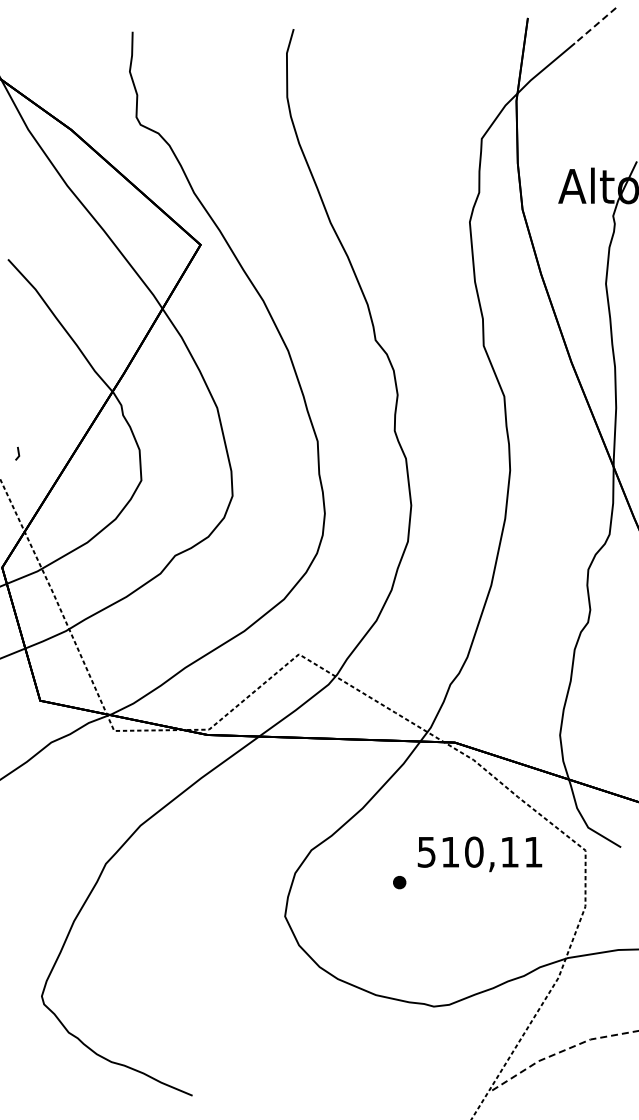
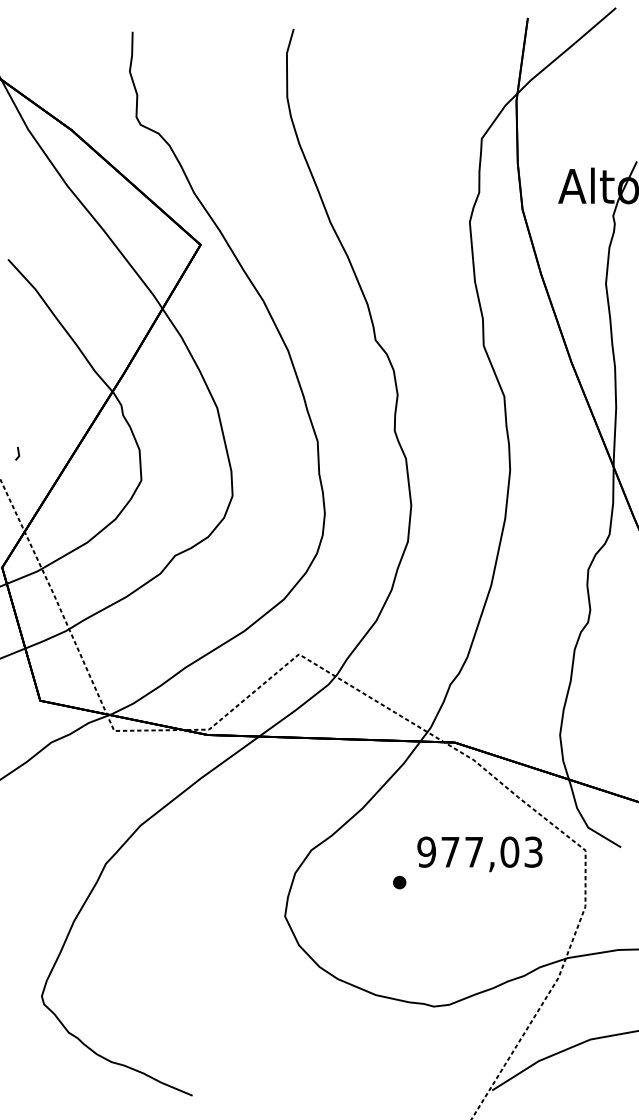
line at (595, 25): dashed -> solid
text at (479, 851): 510,11 -> 977,03
line at (561, 1051): dashed -> solid
